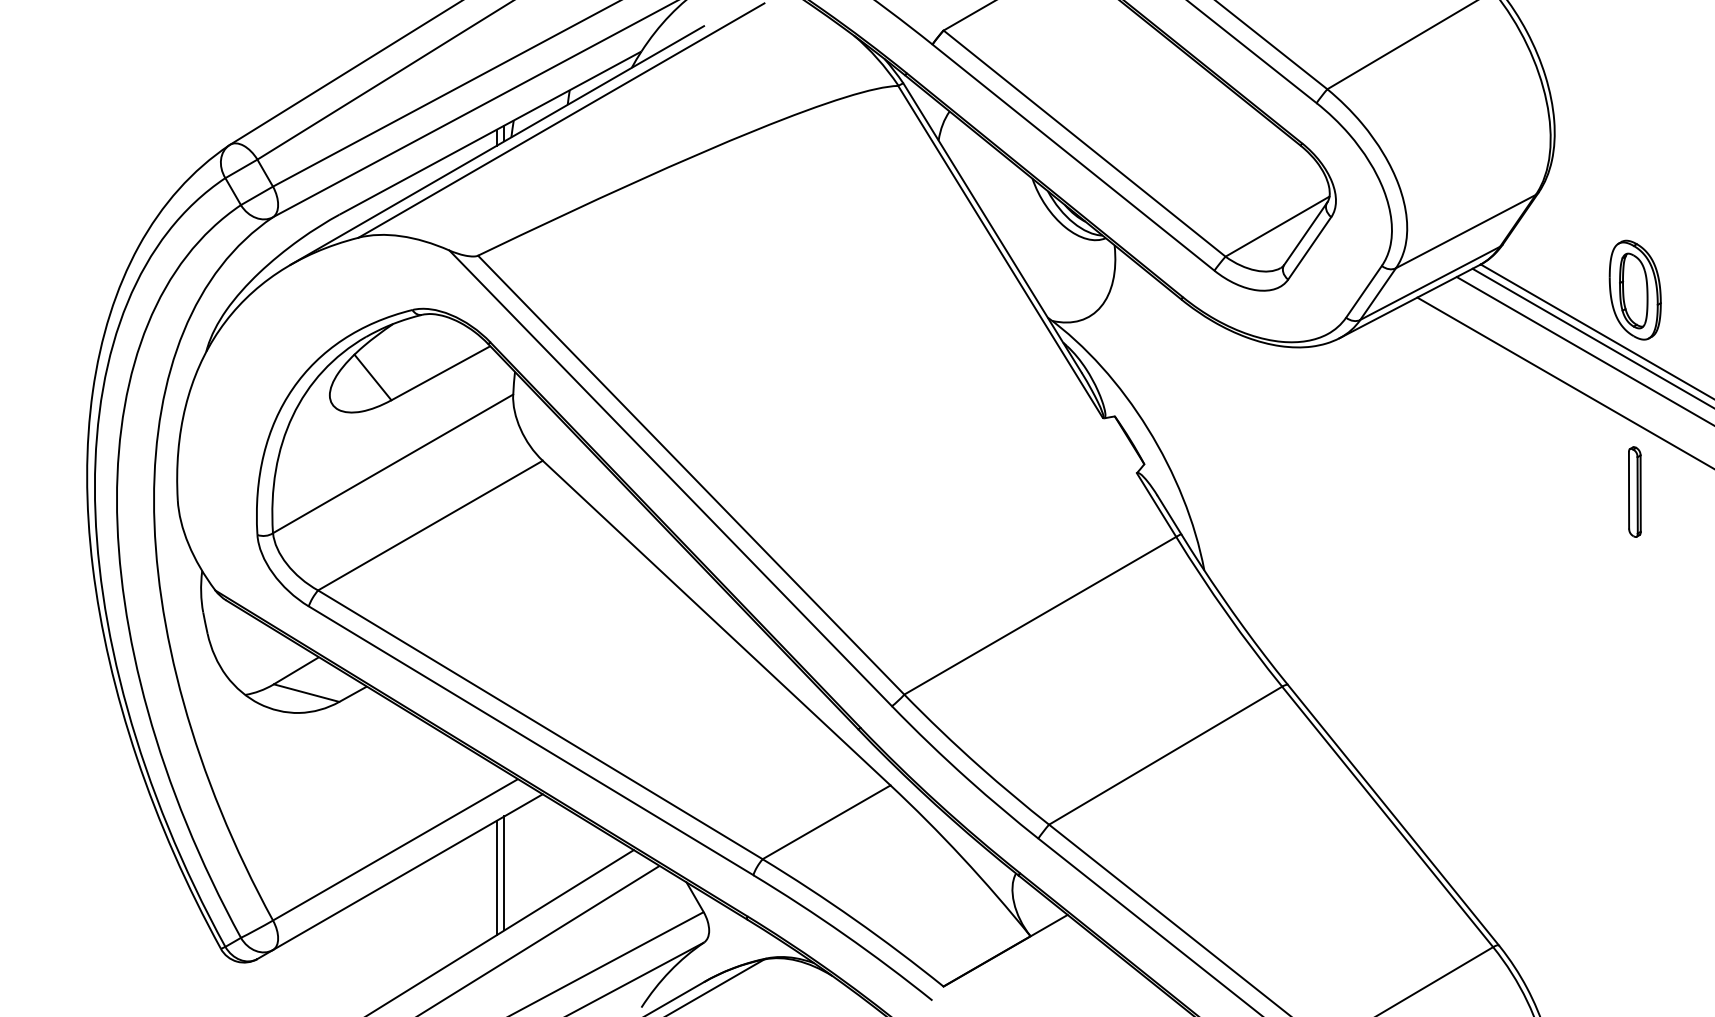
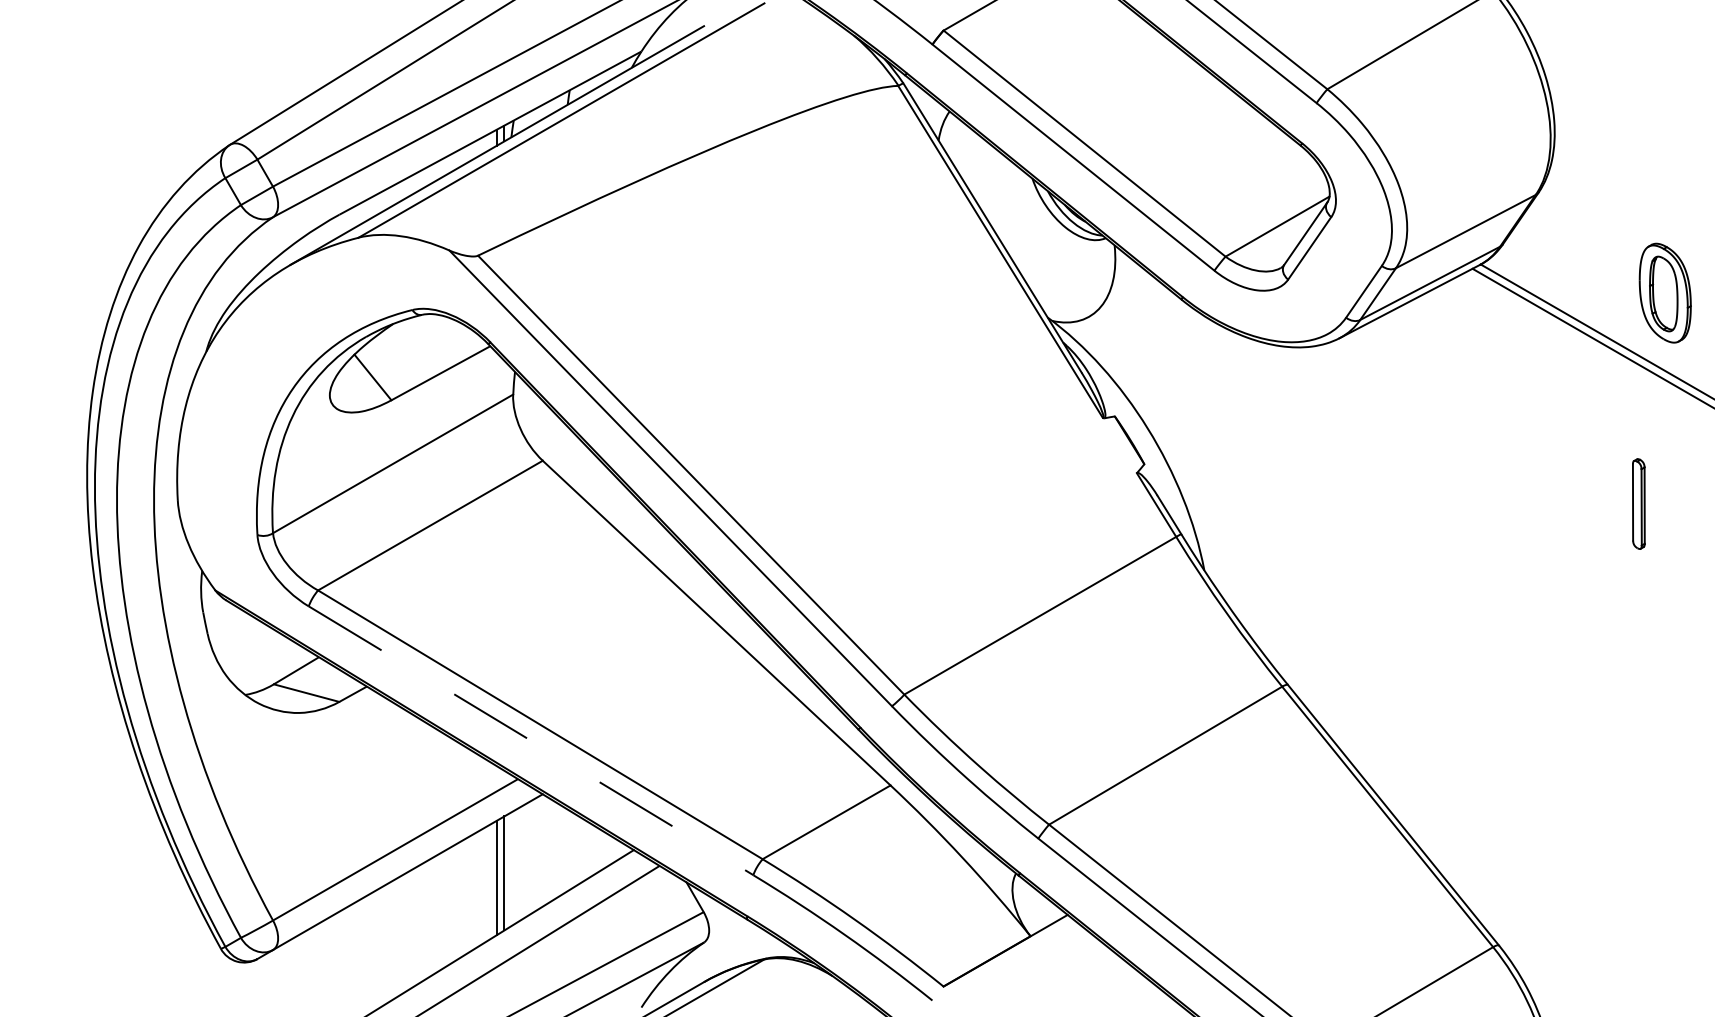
part at (1634, 289) position: (1634, 289) -> (1664, 292)
line at (1583, 350): present -> none
line at (1564, 382): present -> none
part at (1634, 491) position: (1634, 491) -> (1638, 503)
line at (531, 740): solid -> dashed
